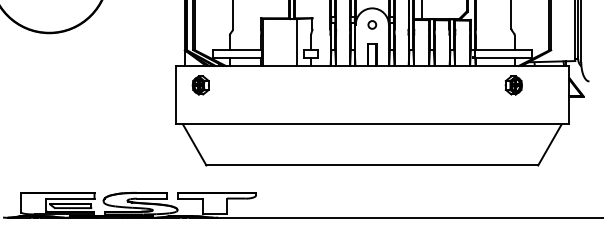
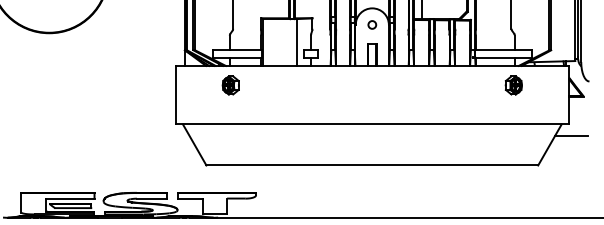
part at (200, 85) position: (200, 85) -> (230, 85)
line at (571, 135): none -> present
